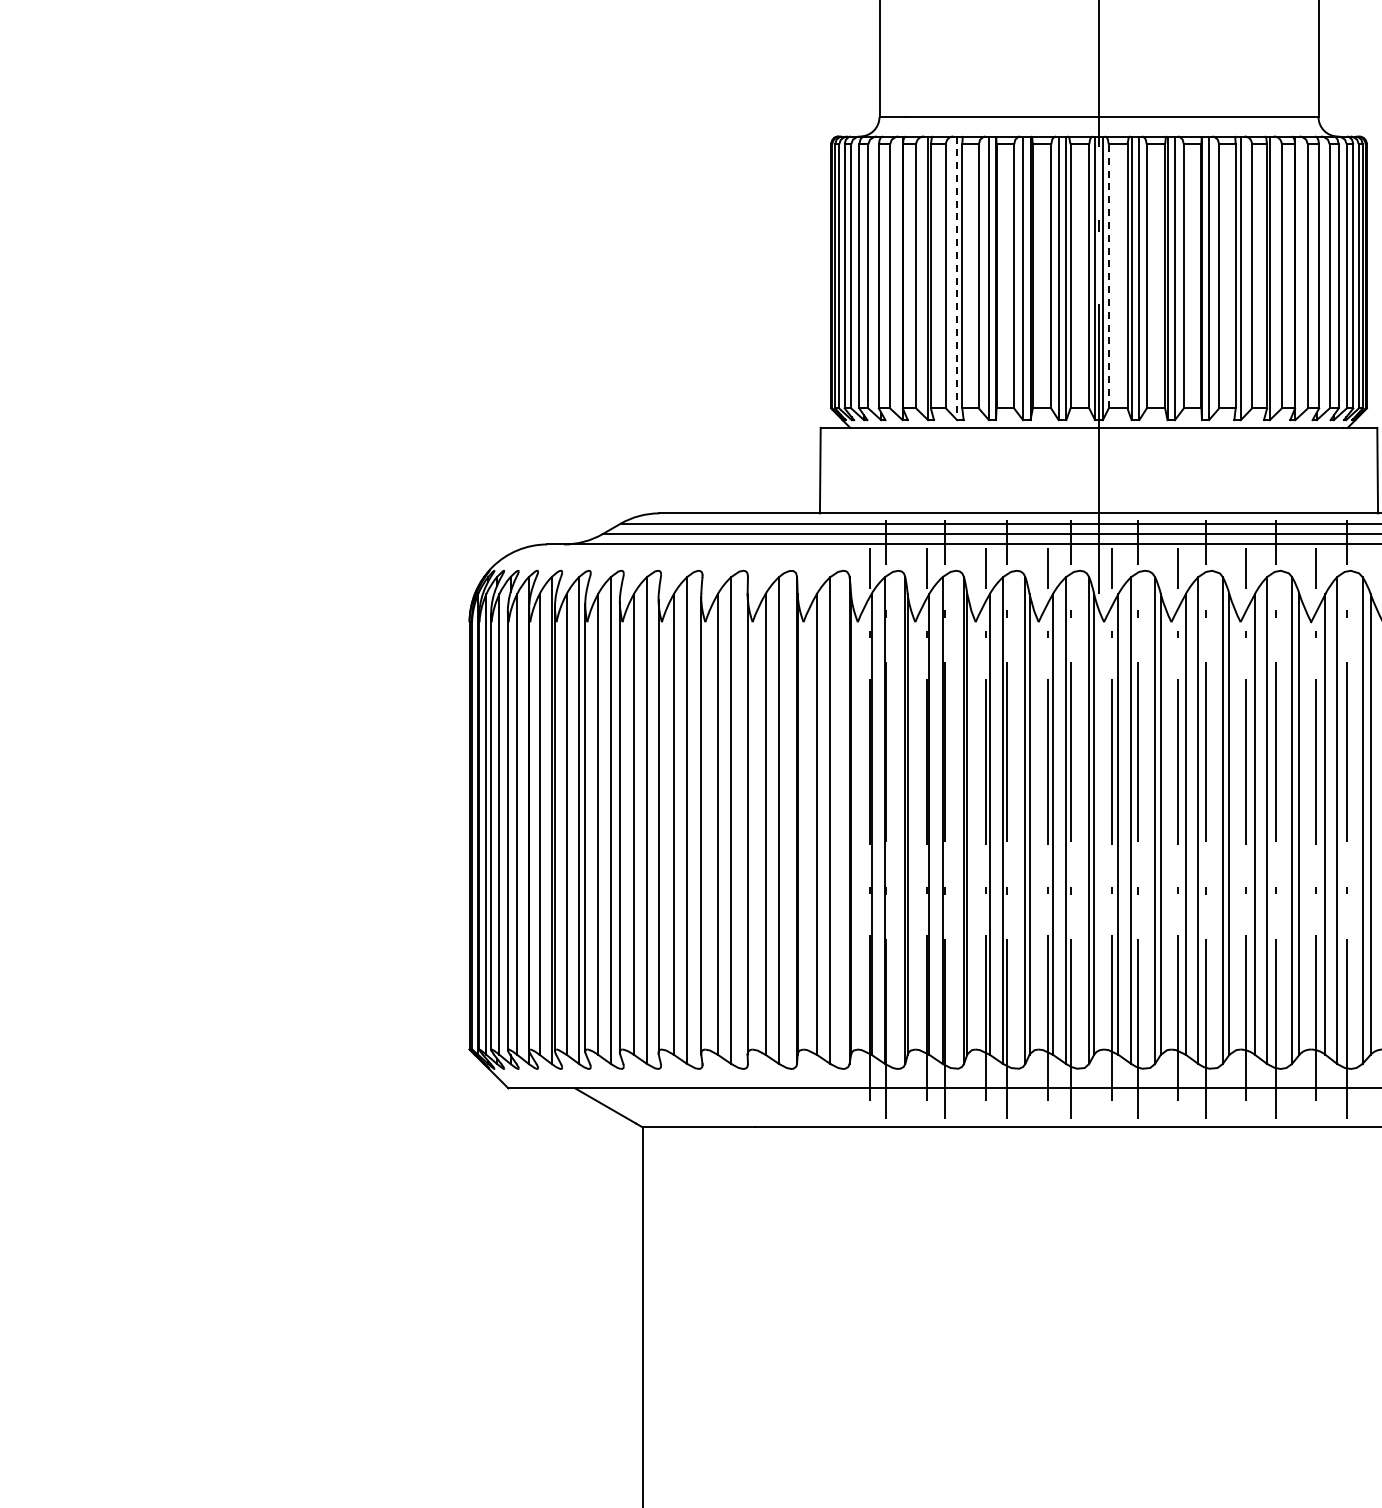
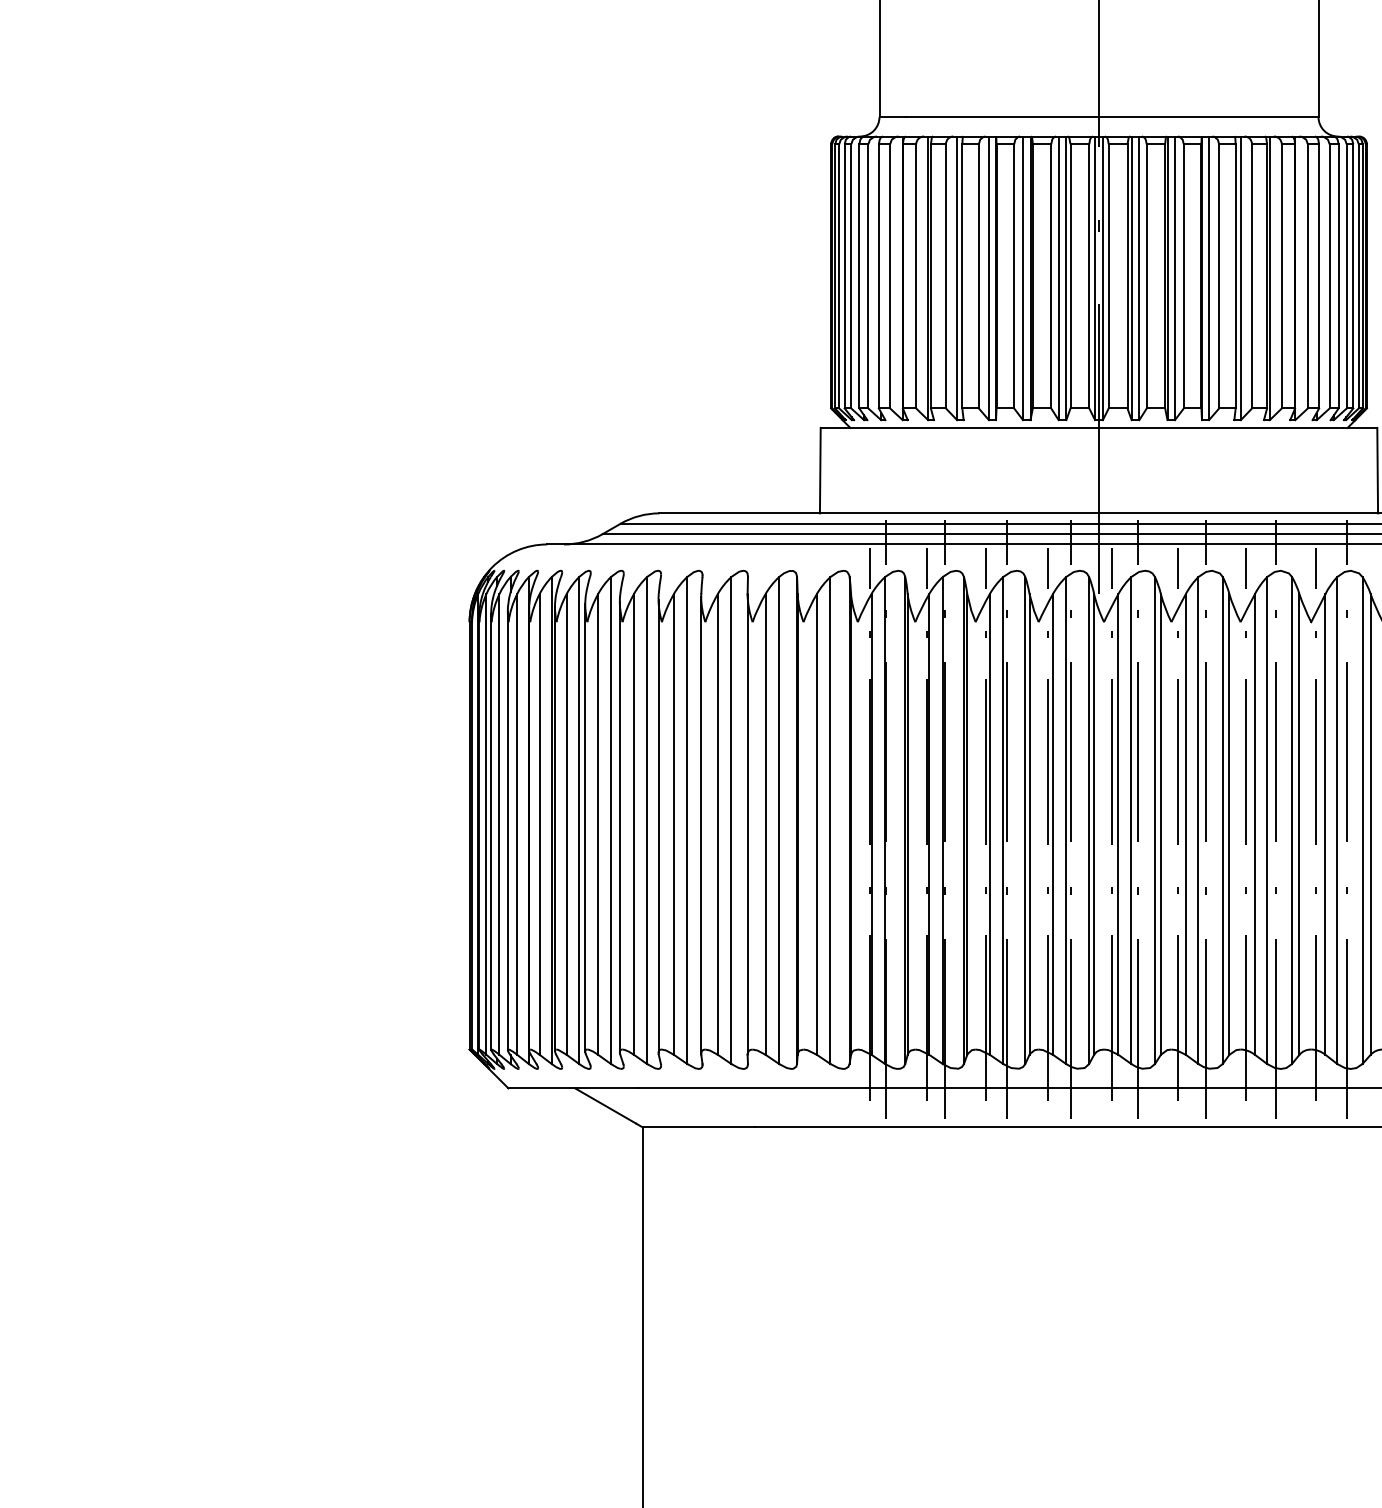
line at (1108, 275): dashed -> solid
line at (957, 278): dashed -> solid
